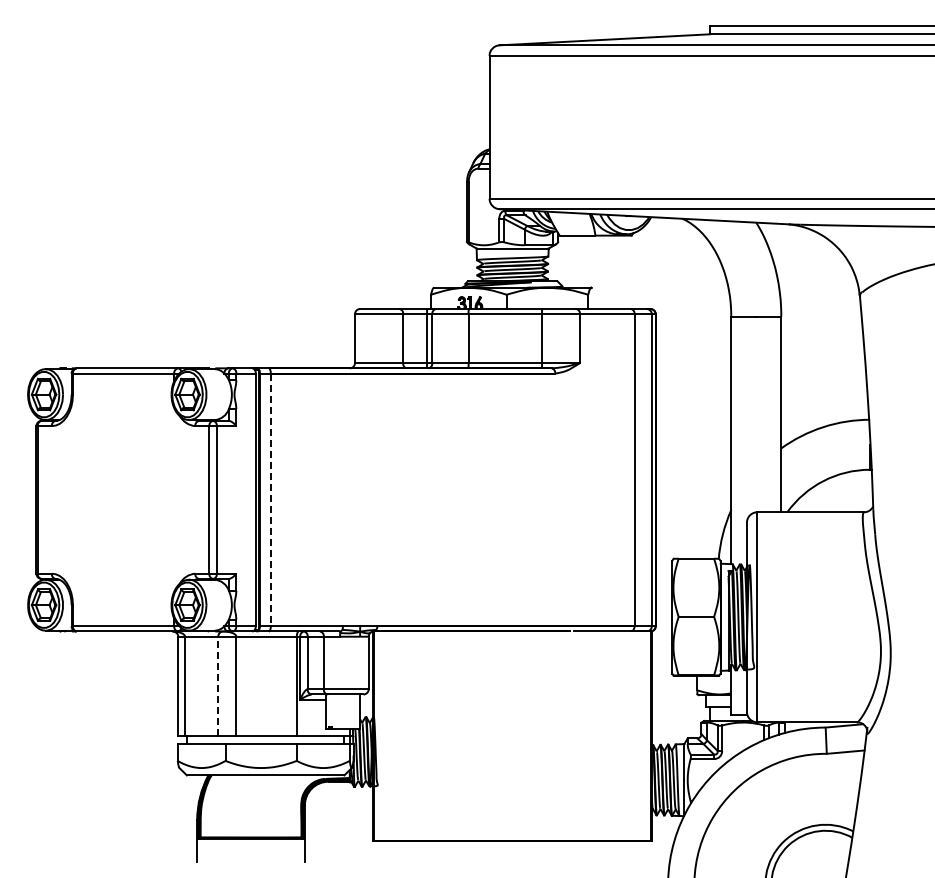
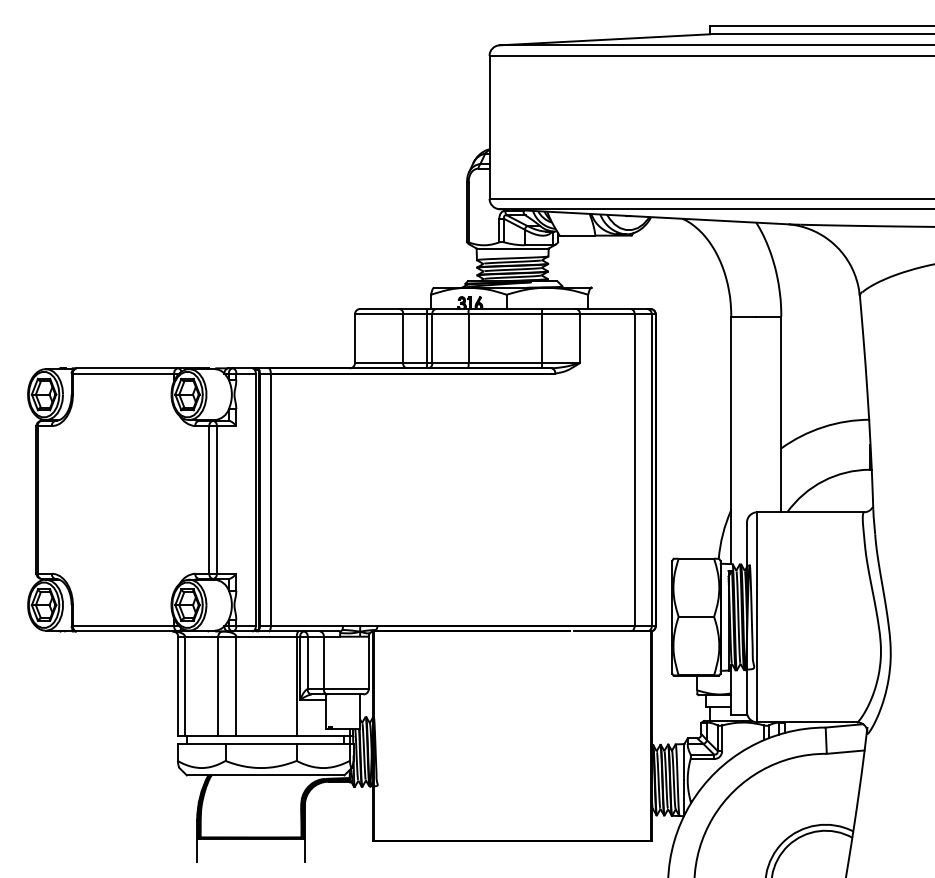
line at (270, 500): dashed -> solid
line at (218, 686): dashed -> solid
